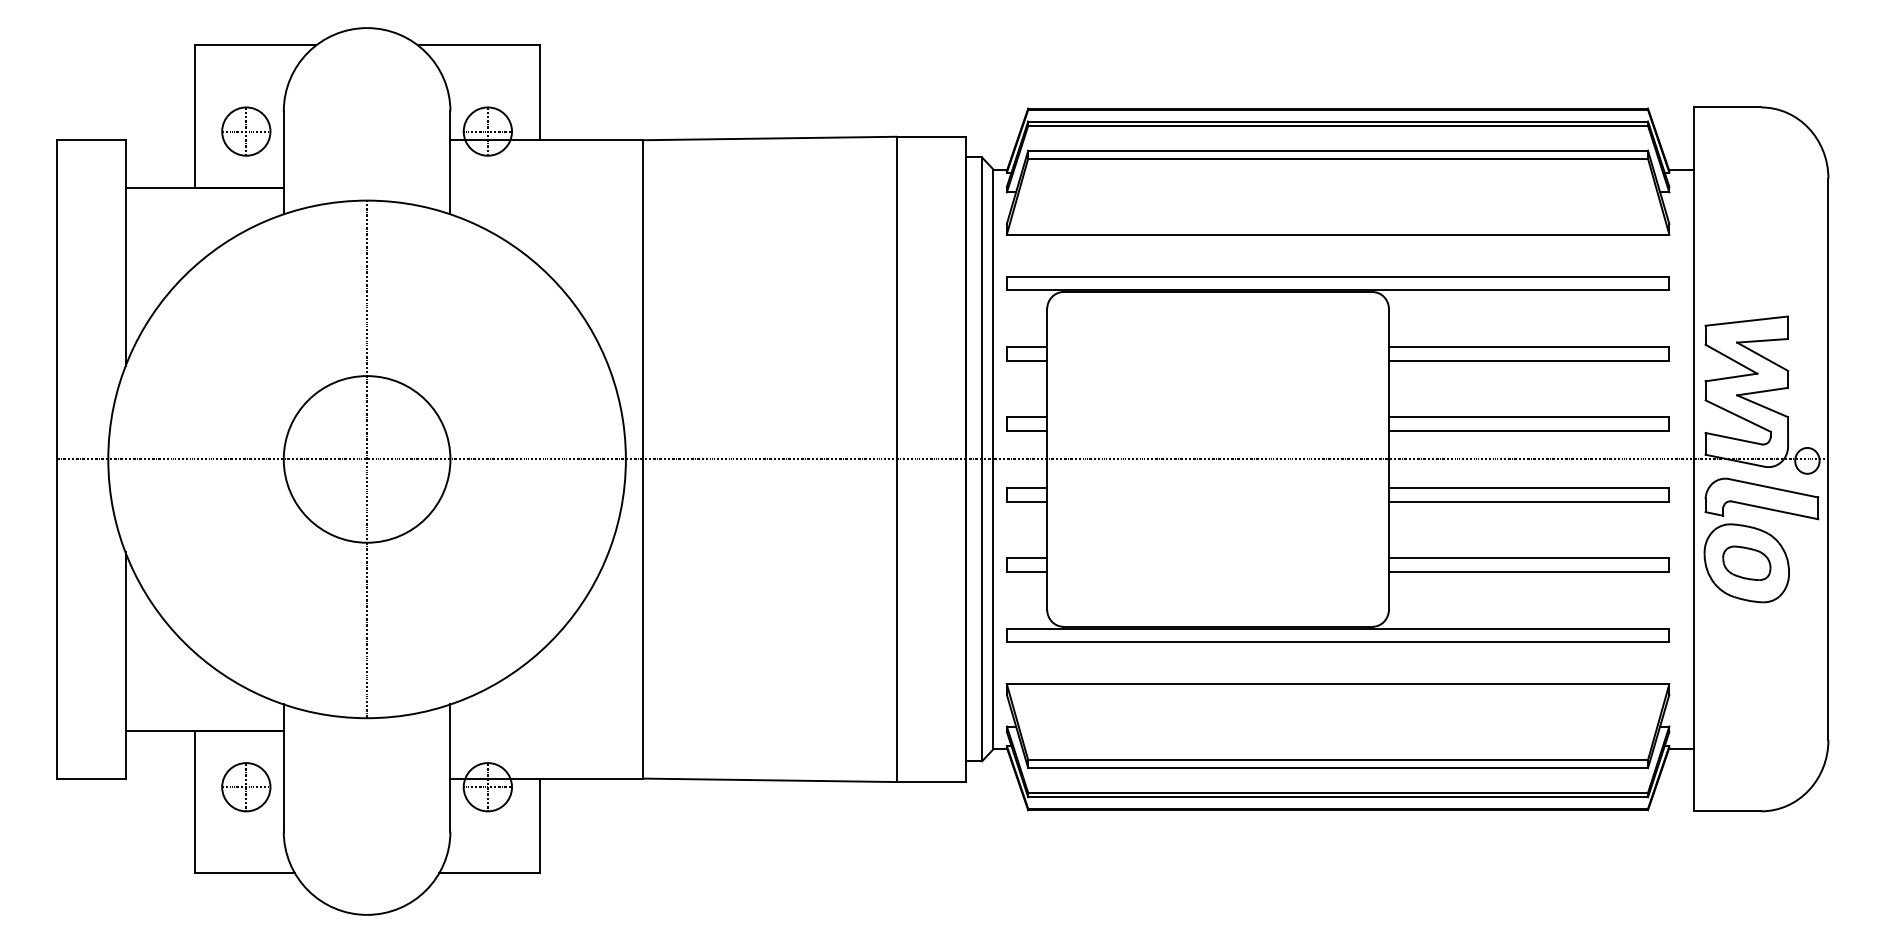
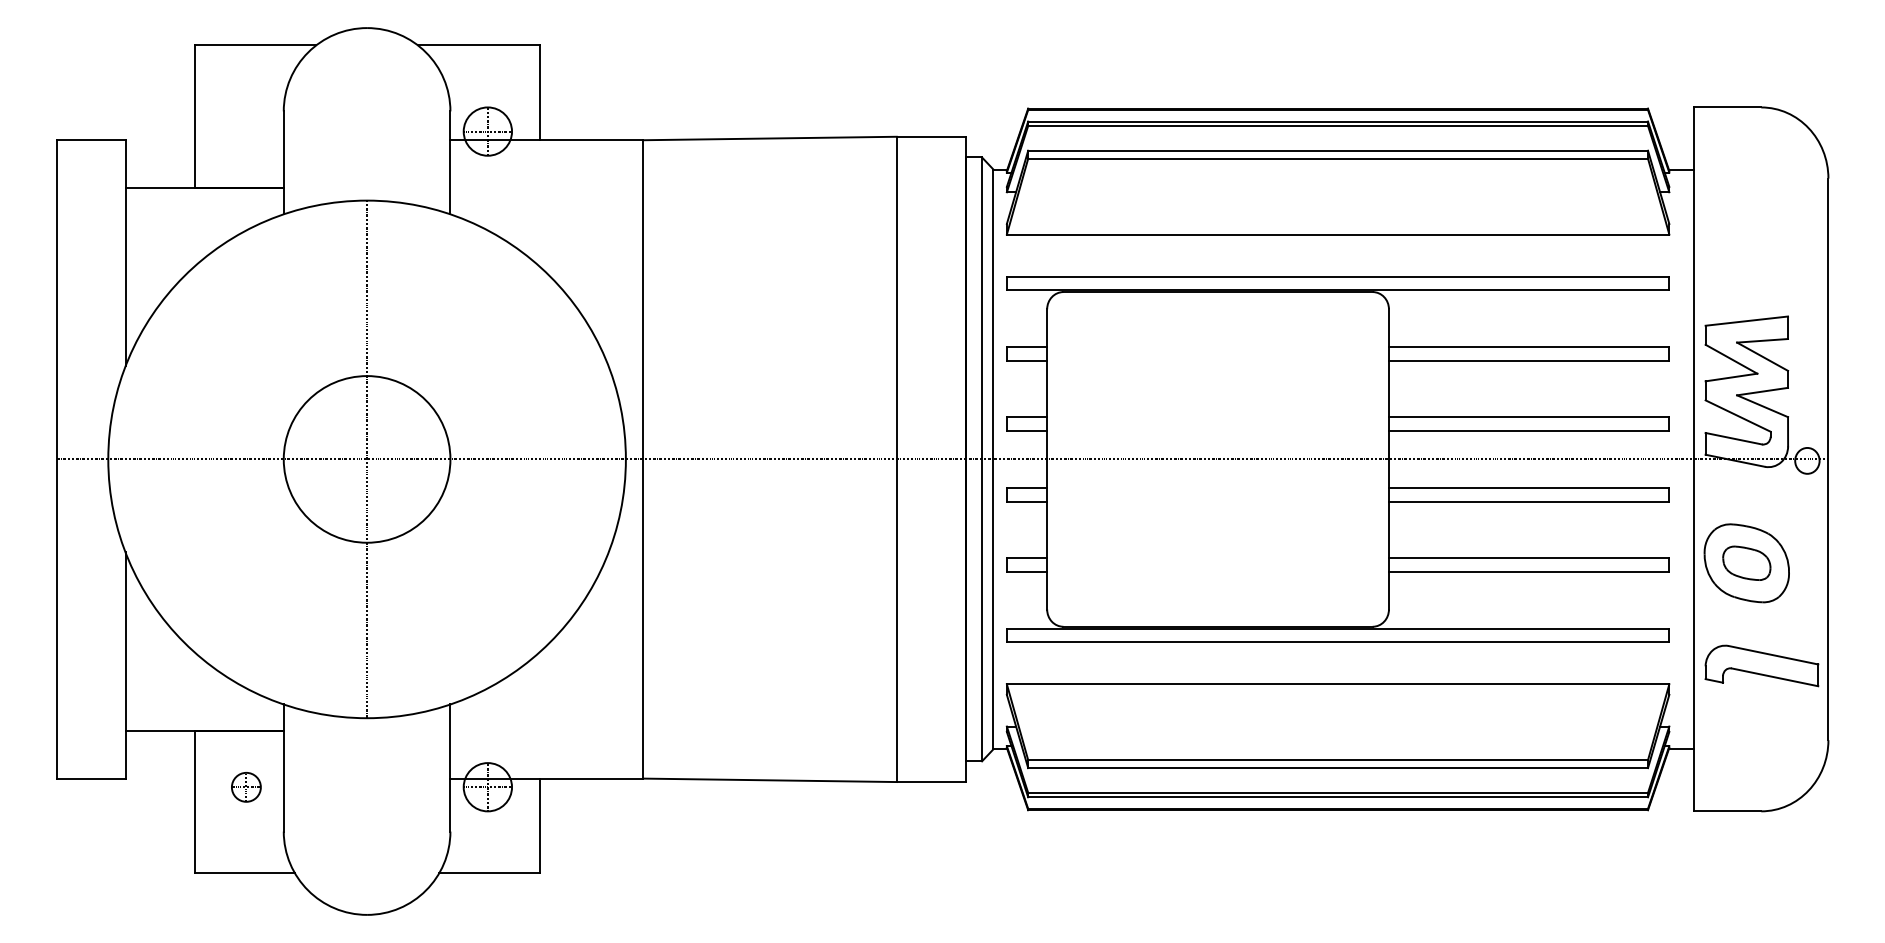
part at (246, 131): present -> none
part at (1761, 498) position: (1761, 498) -> (1761, 665)
part at (246, 787) size: 51x51 px -> 31x31 px
